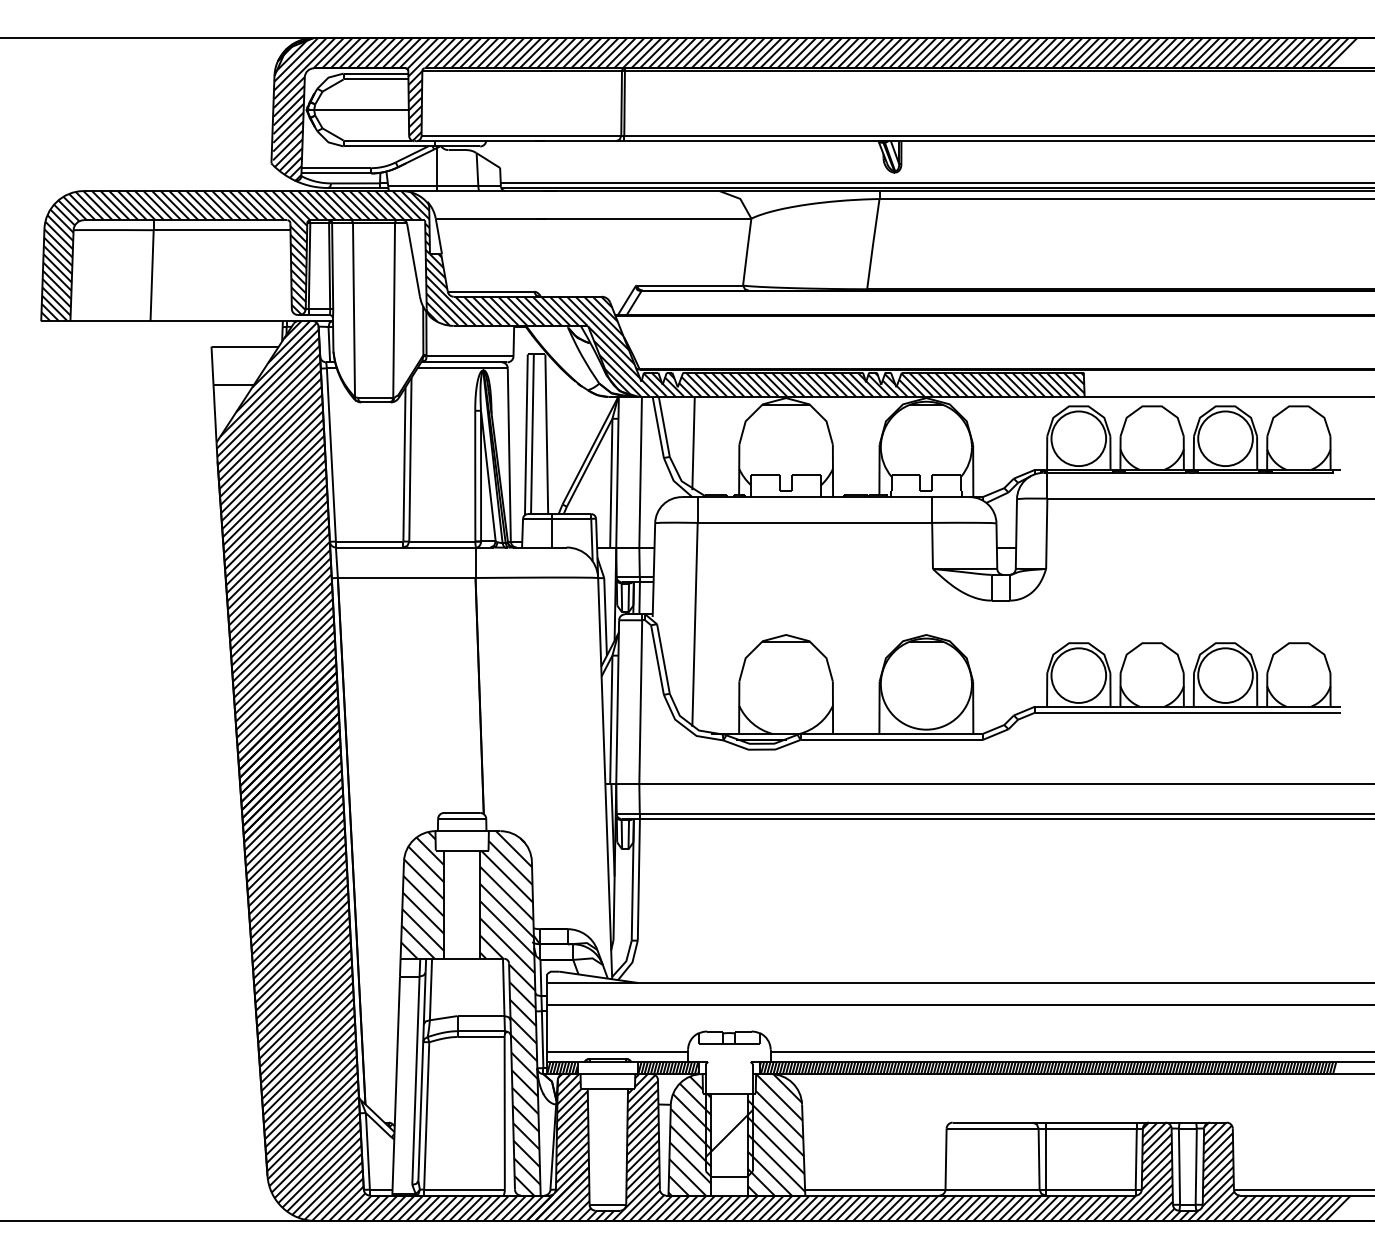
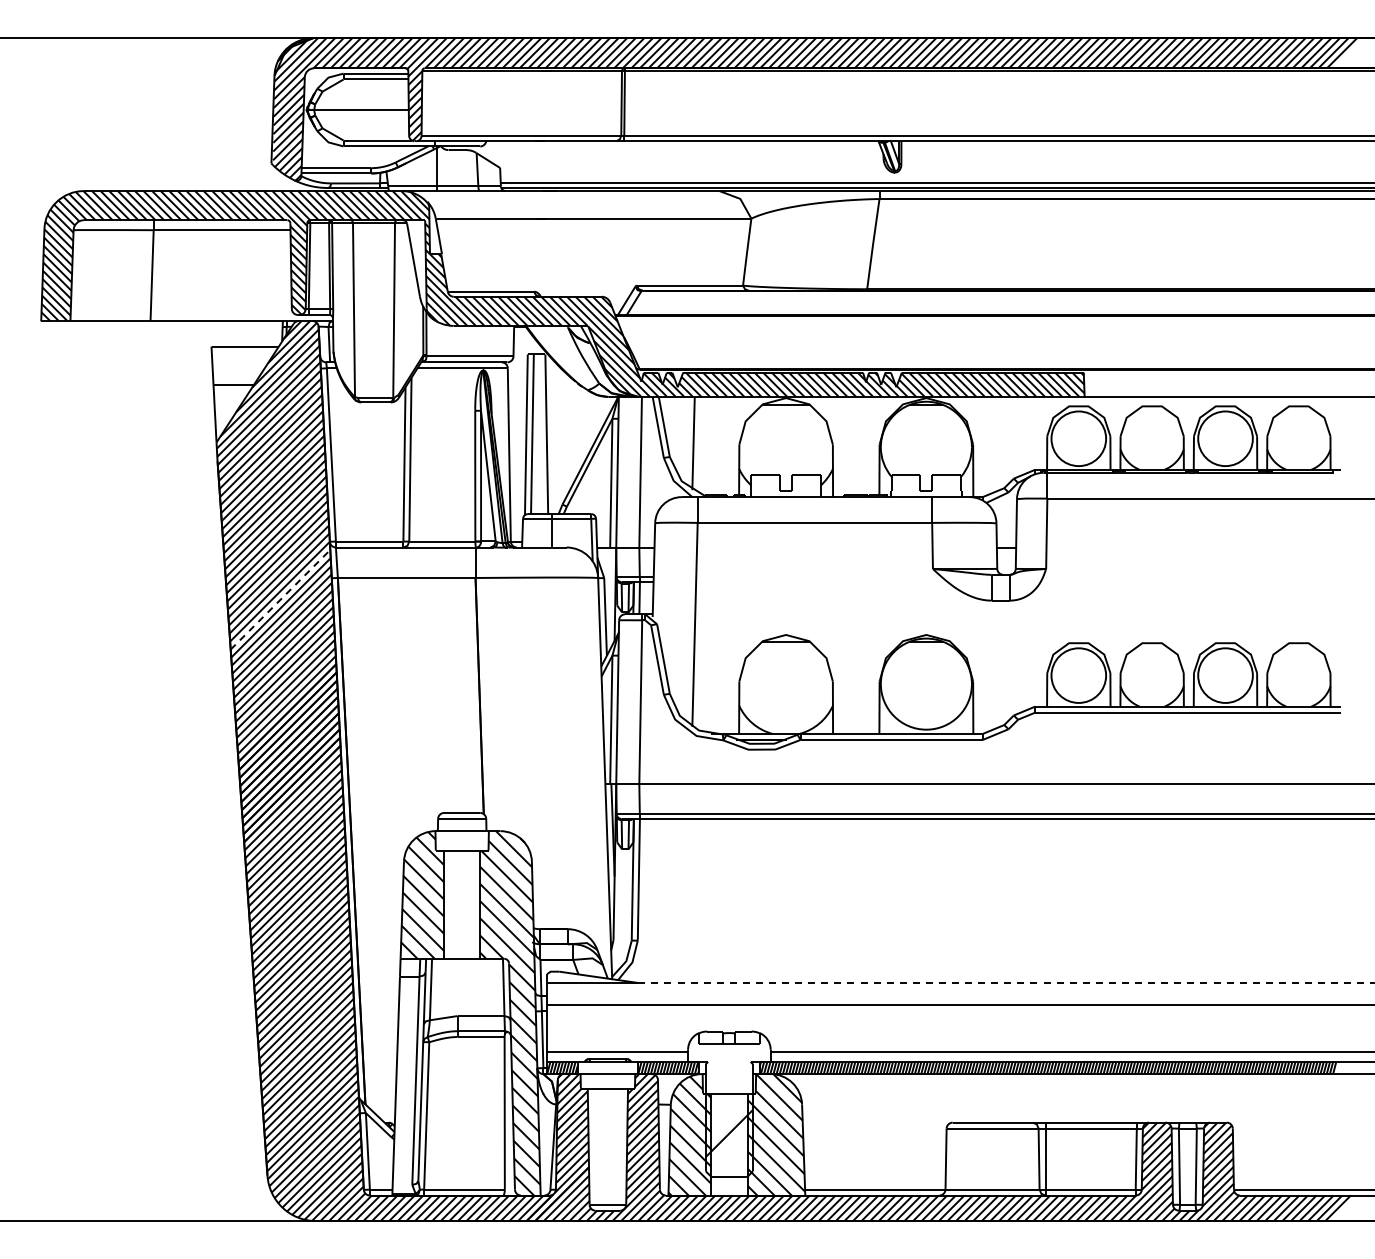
line at (280, 599): solid -> dashed
line at (1006, 982): solid -> dashed
